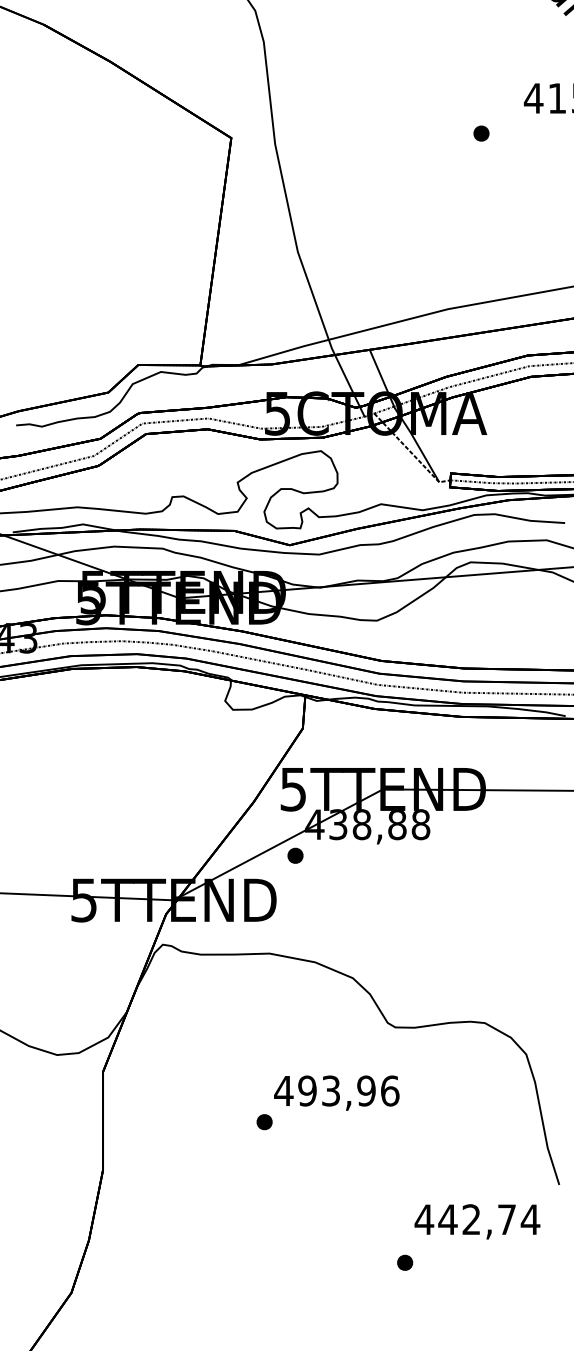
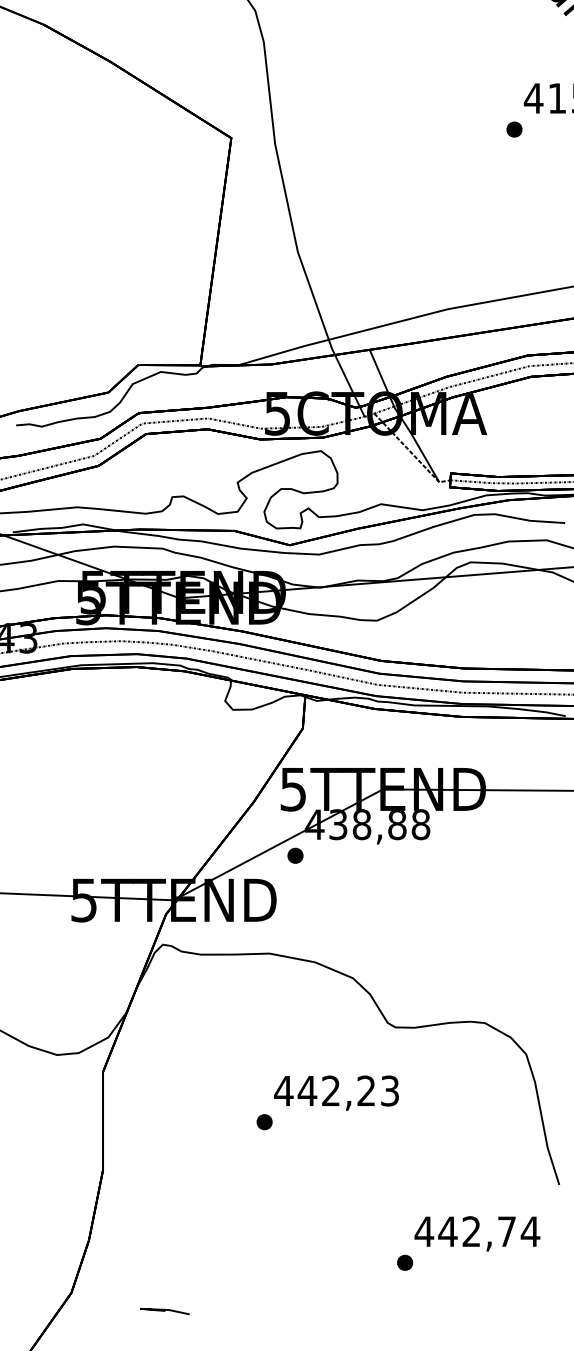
part at (481, 133) position: (481, 133) -> (514, 129)
text at (348, 1090): 493,96 -> 442,23
text at (477, 1221) position: (477, 1221) -> (477, 1233)
line at (164, 1311): none -> present
